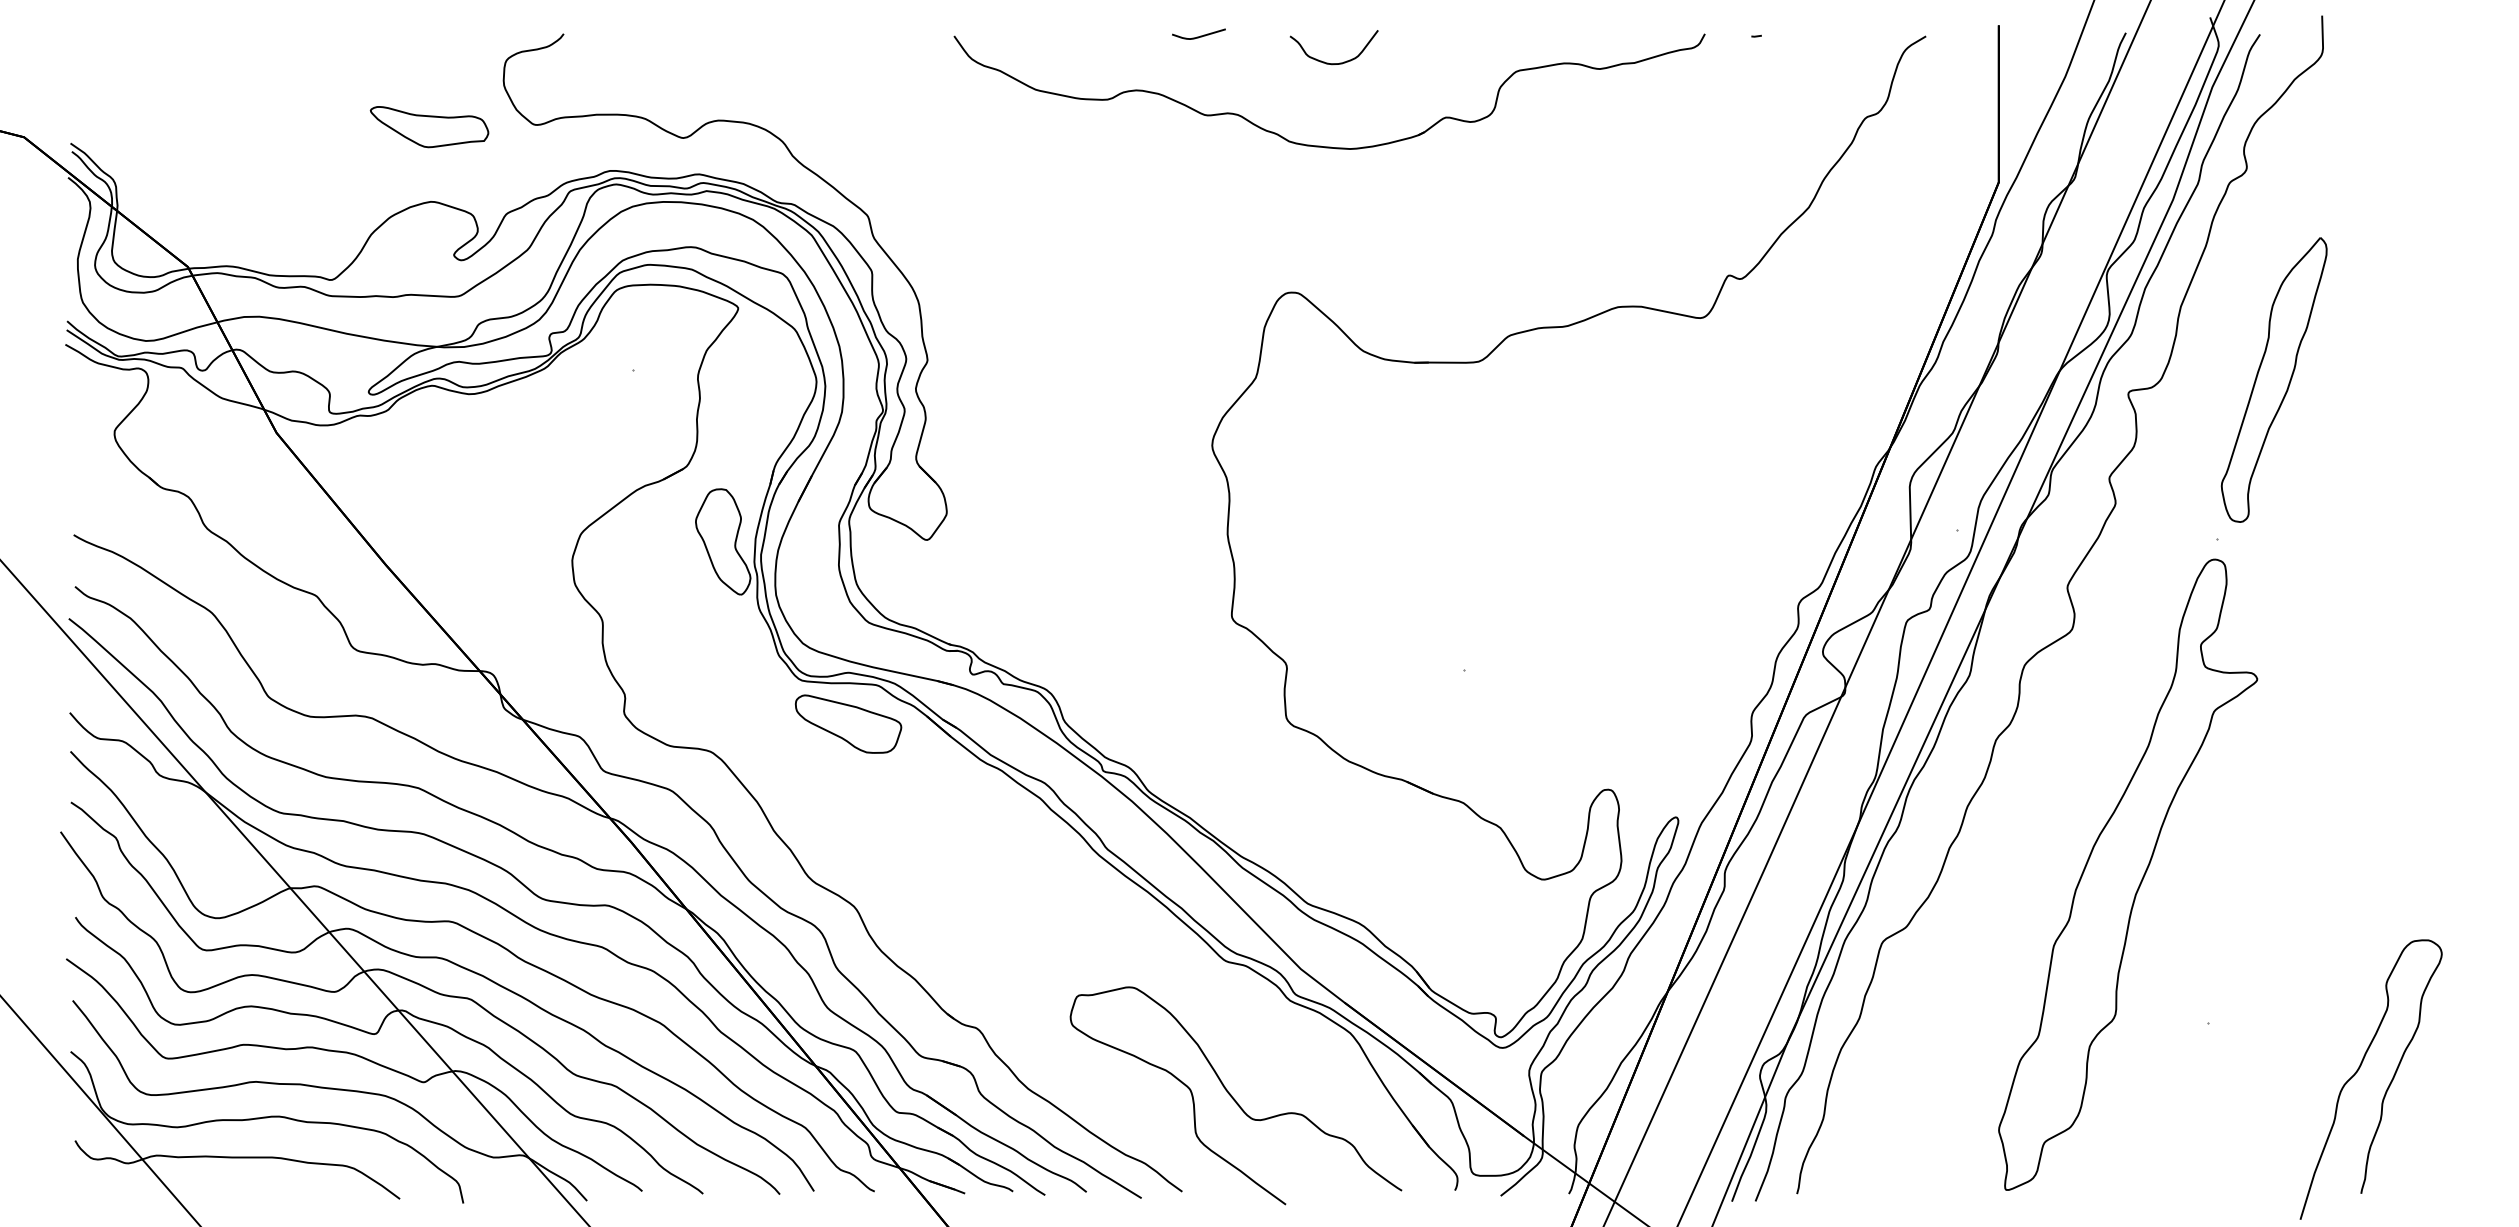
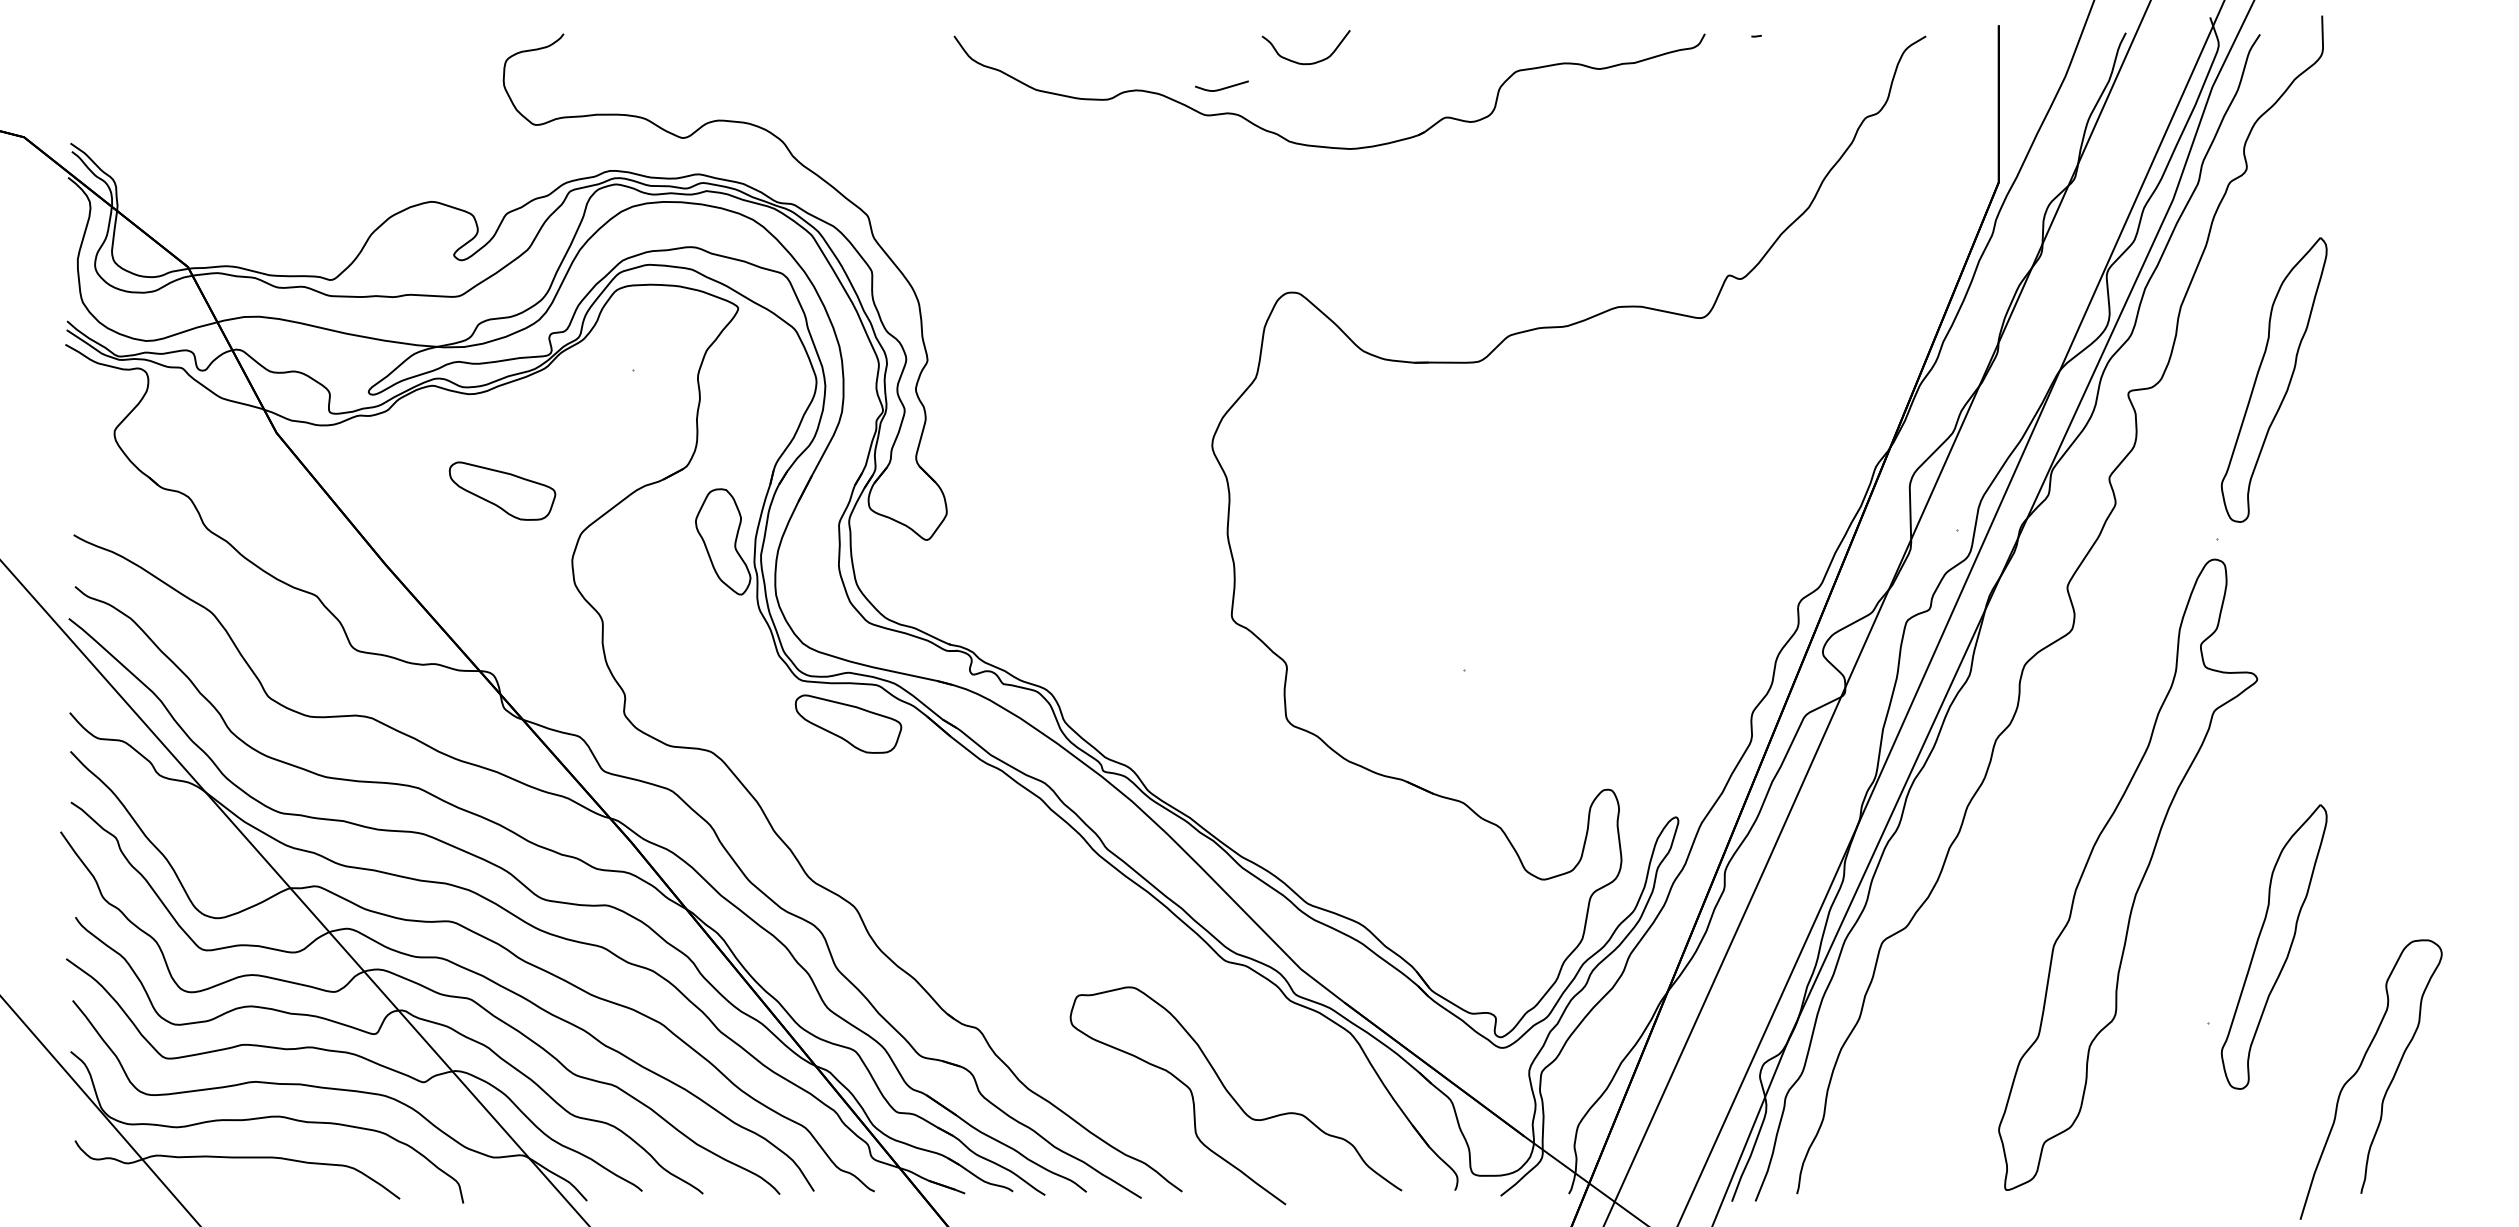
curve at (1200, 35) position: (1200, 35) -> (1223, 87)
curve at (1328, 62) position: (1328, 62) -> (1300, 62)
part at (429, 127): present -> none
part at (502, 490): none -> present
part at (2273, 946): none -> present
